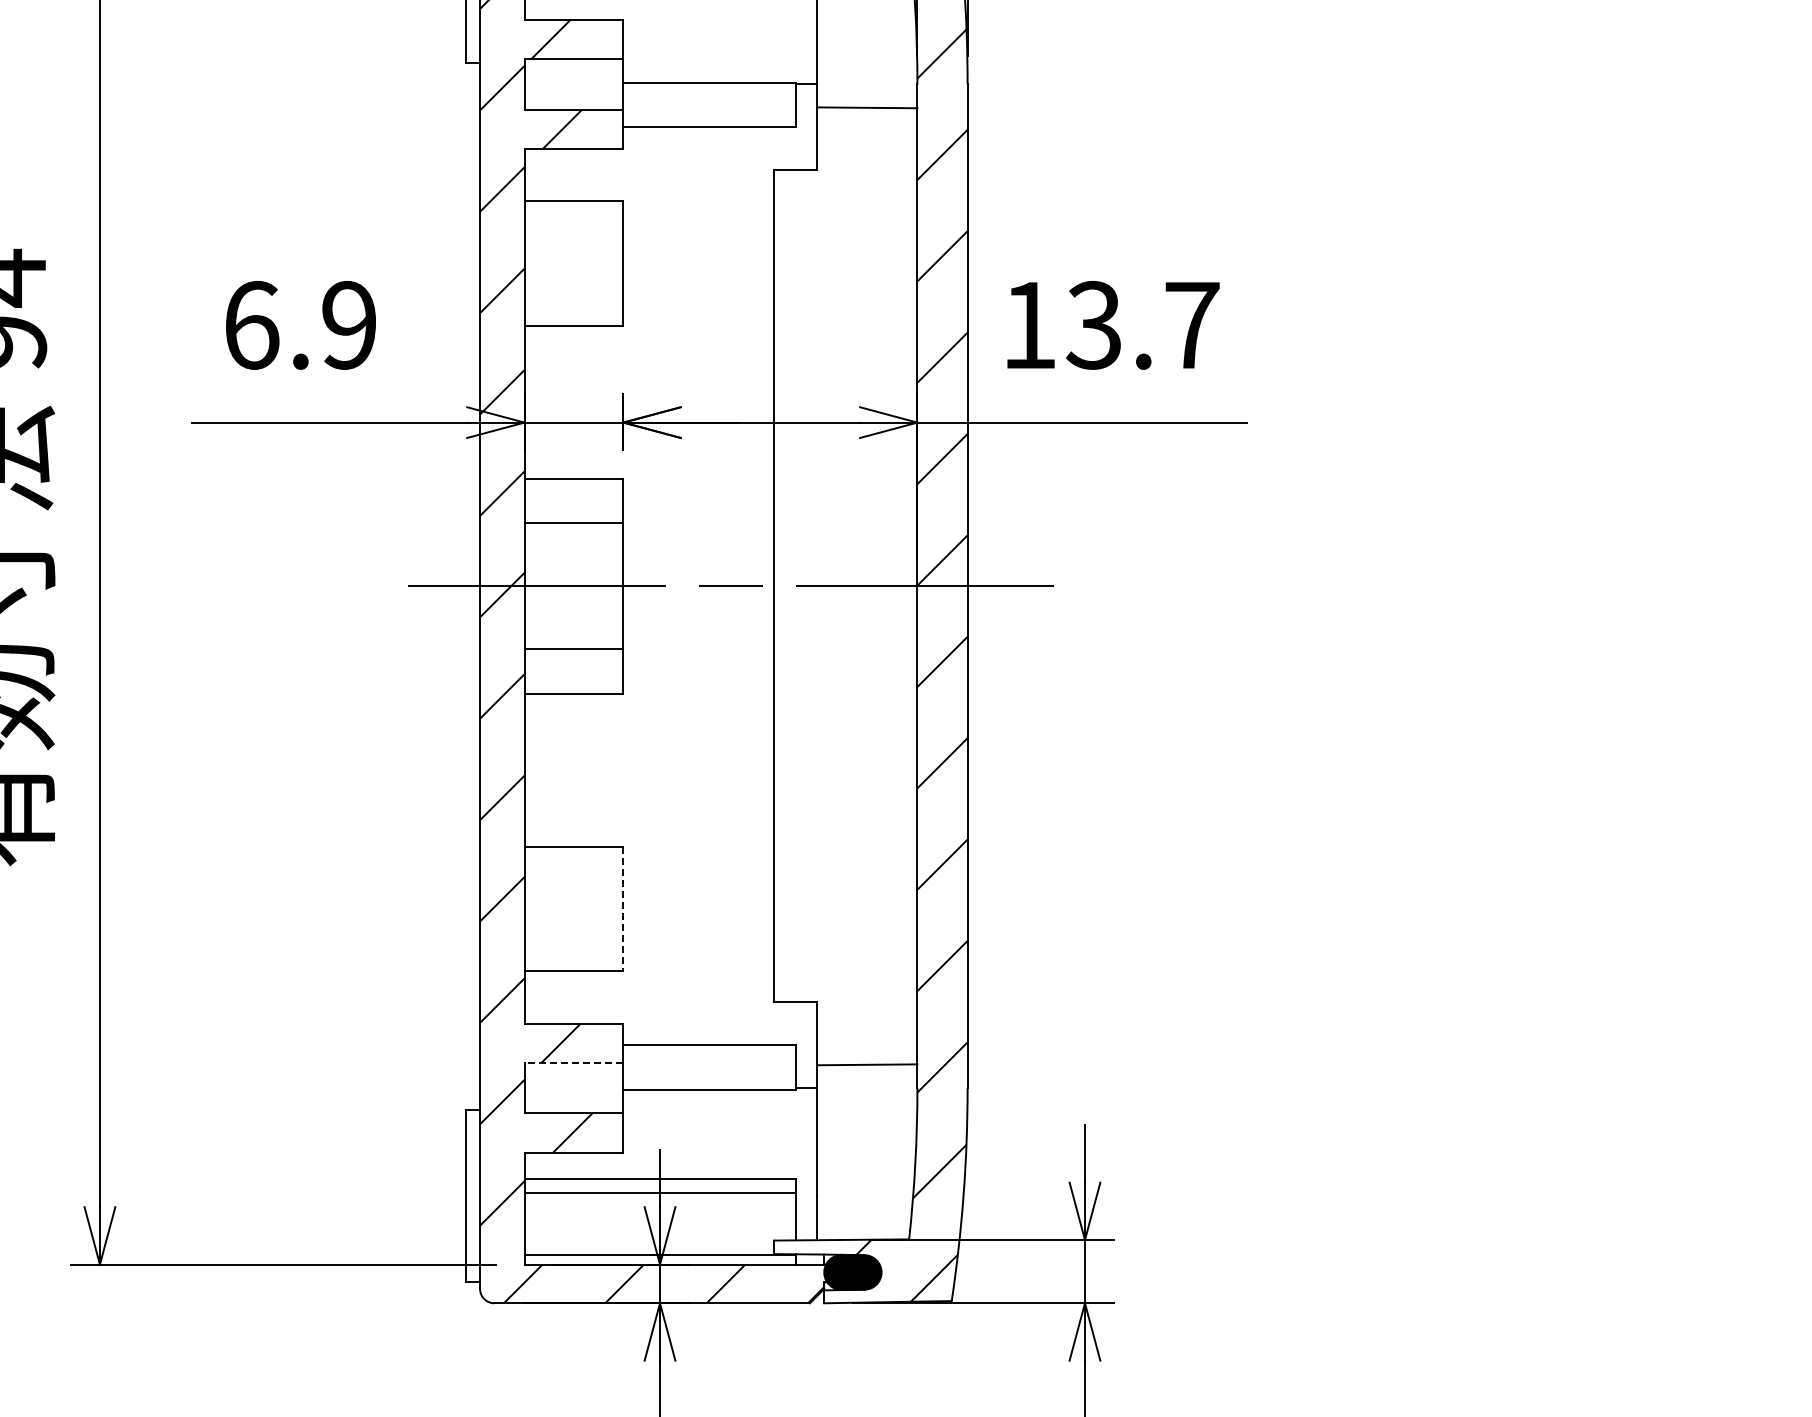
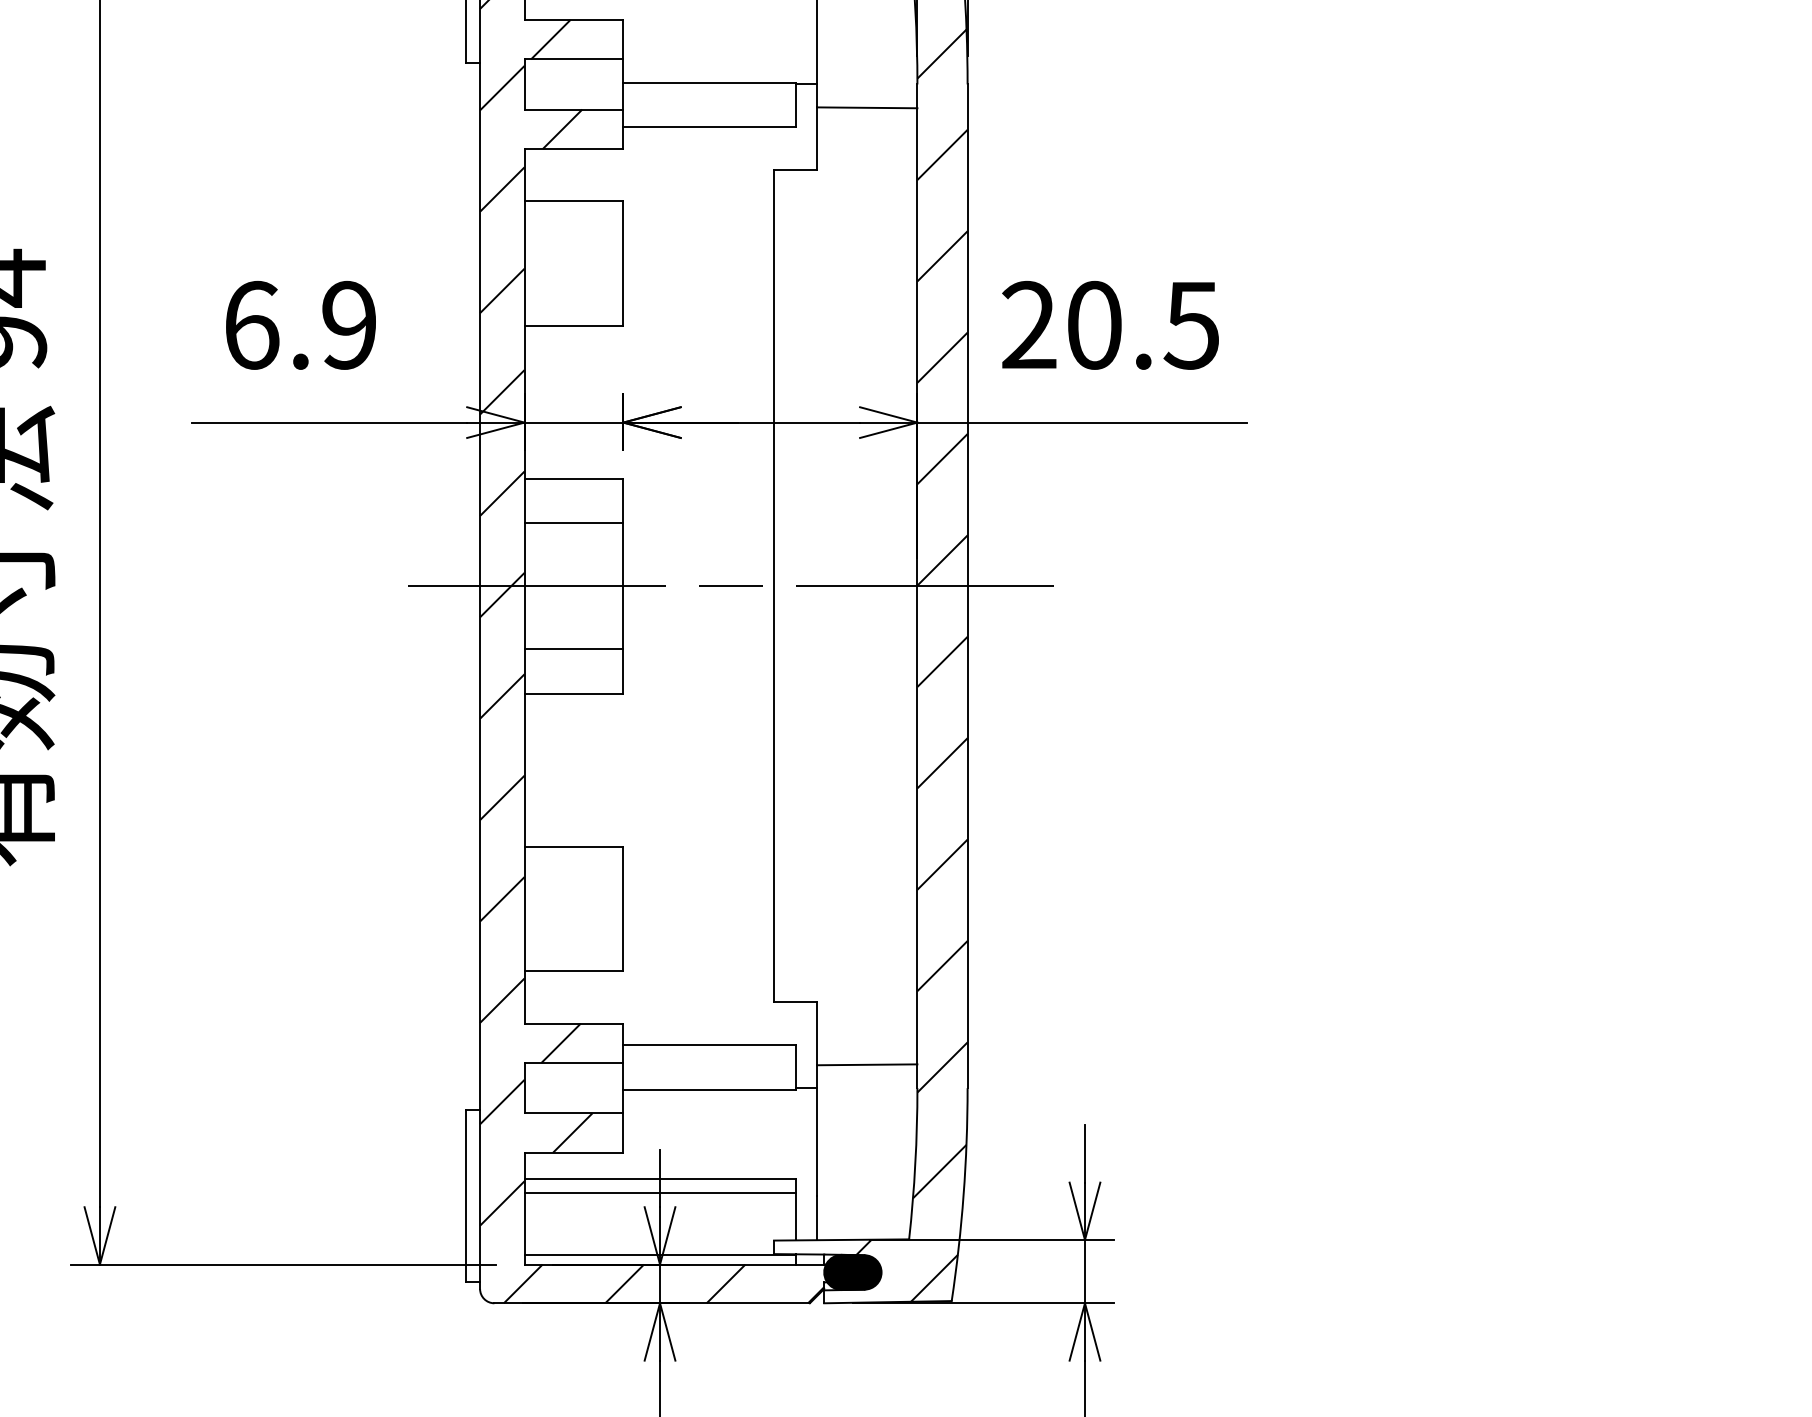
text at (1110, 324): 13.7 -> 20.5
line at (623, 909): dashed -> solid
line at (573, 1063): dashed -> solid
